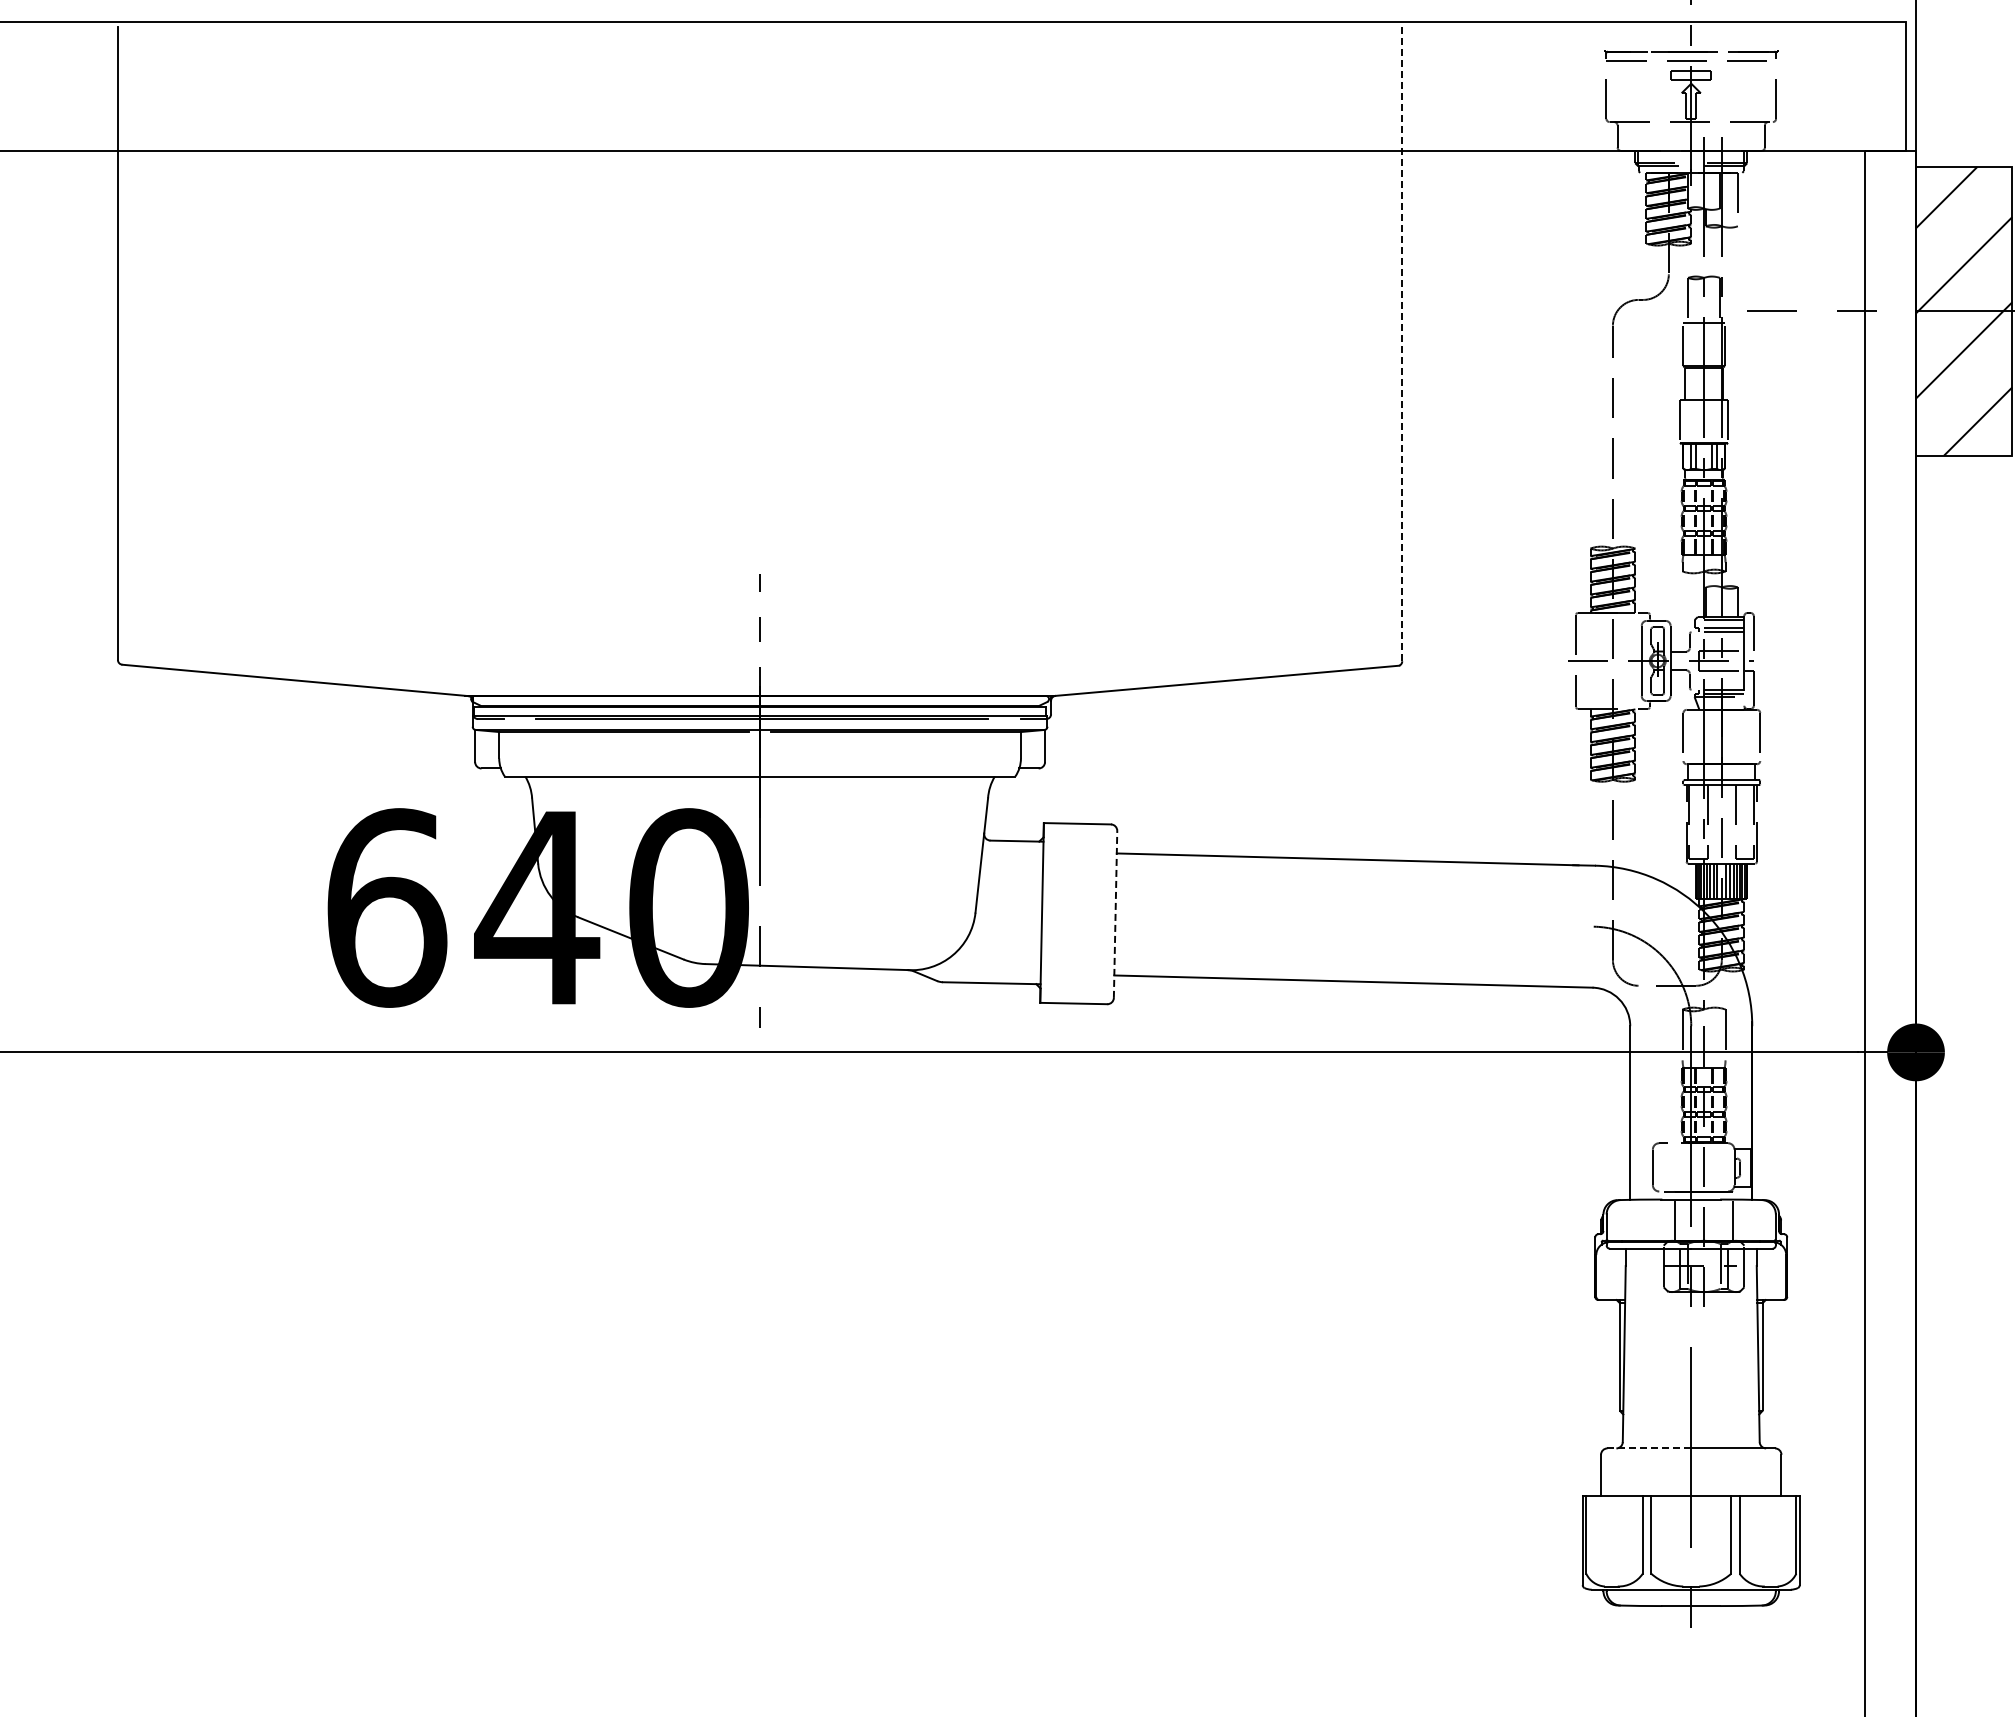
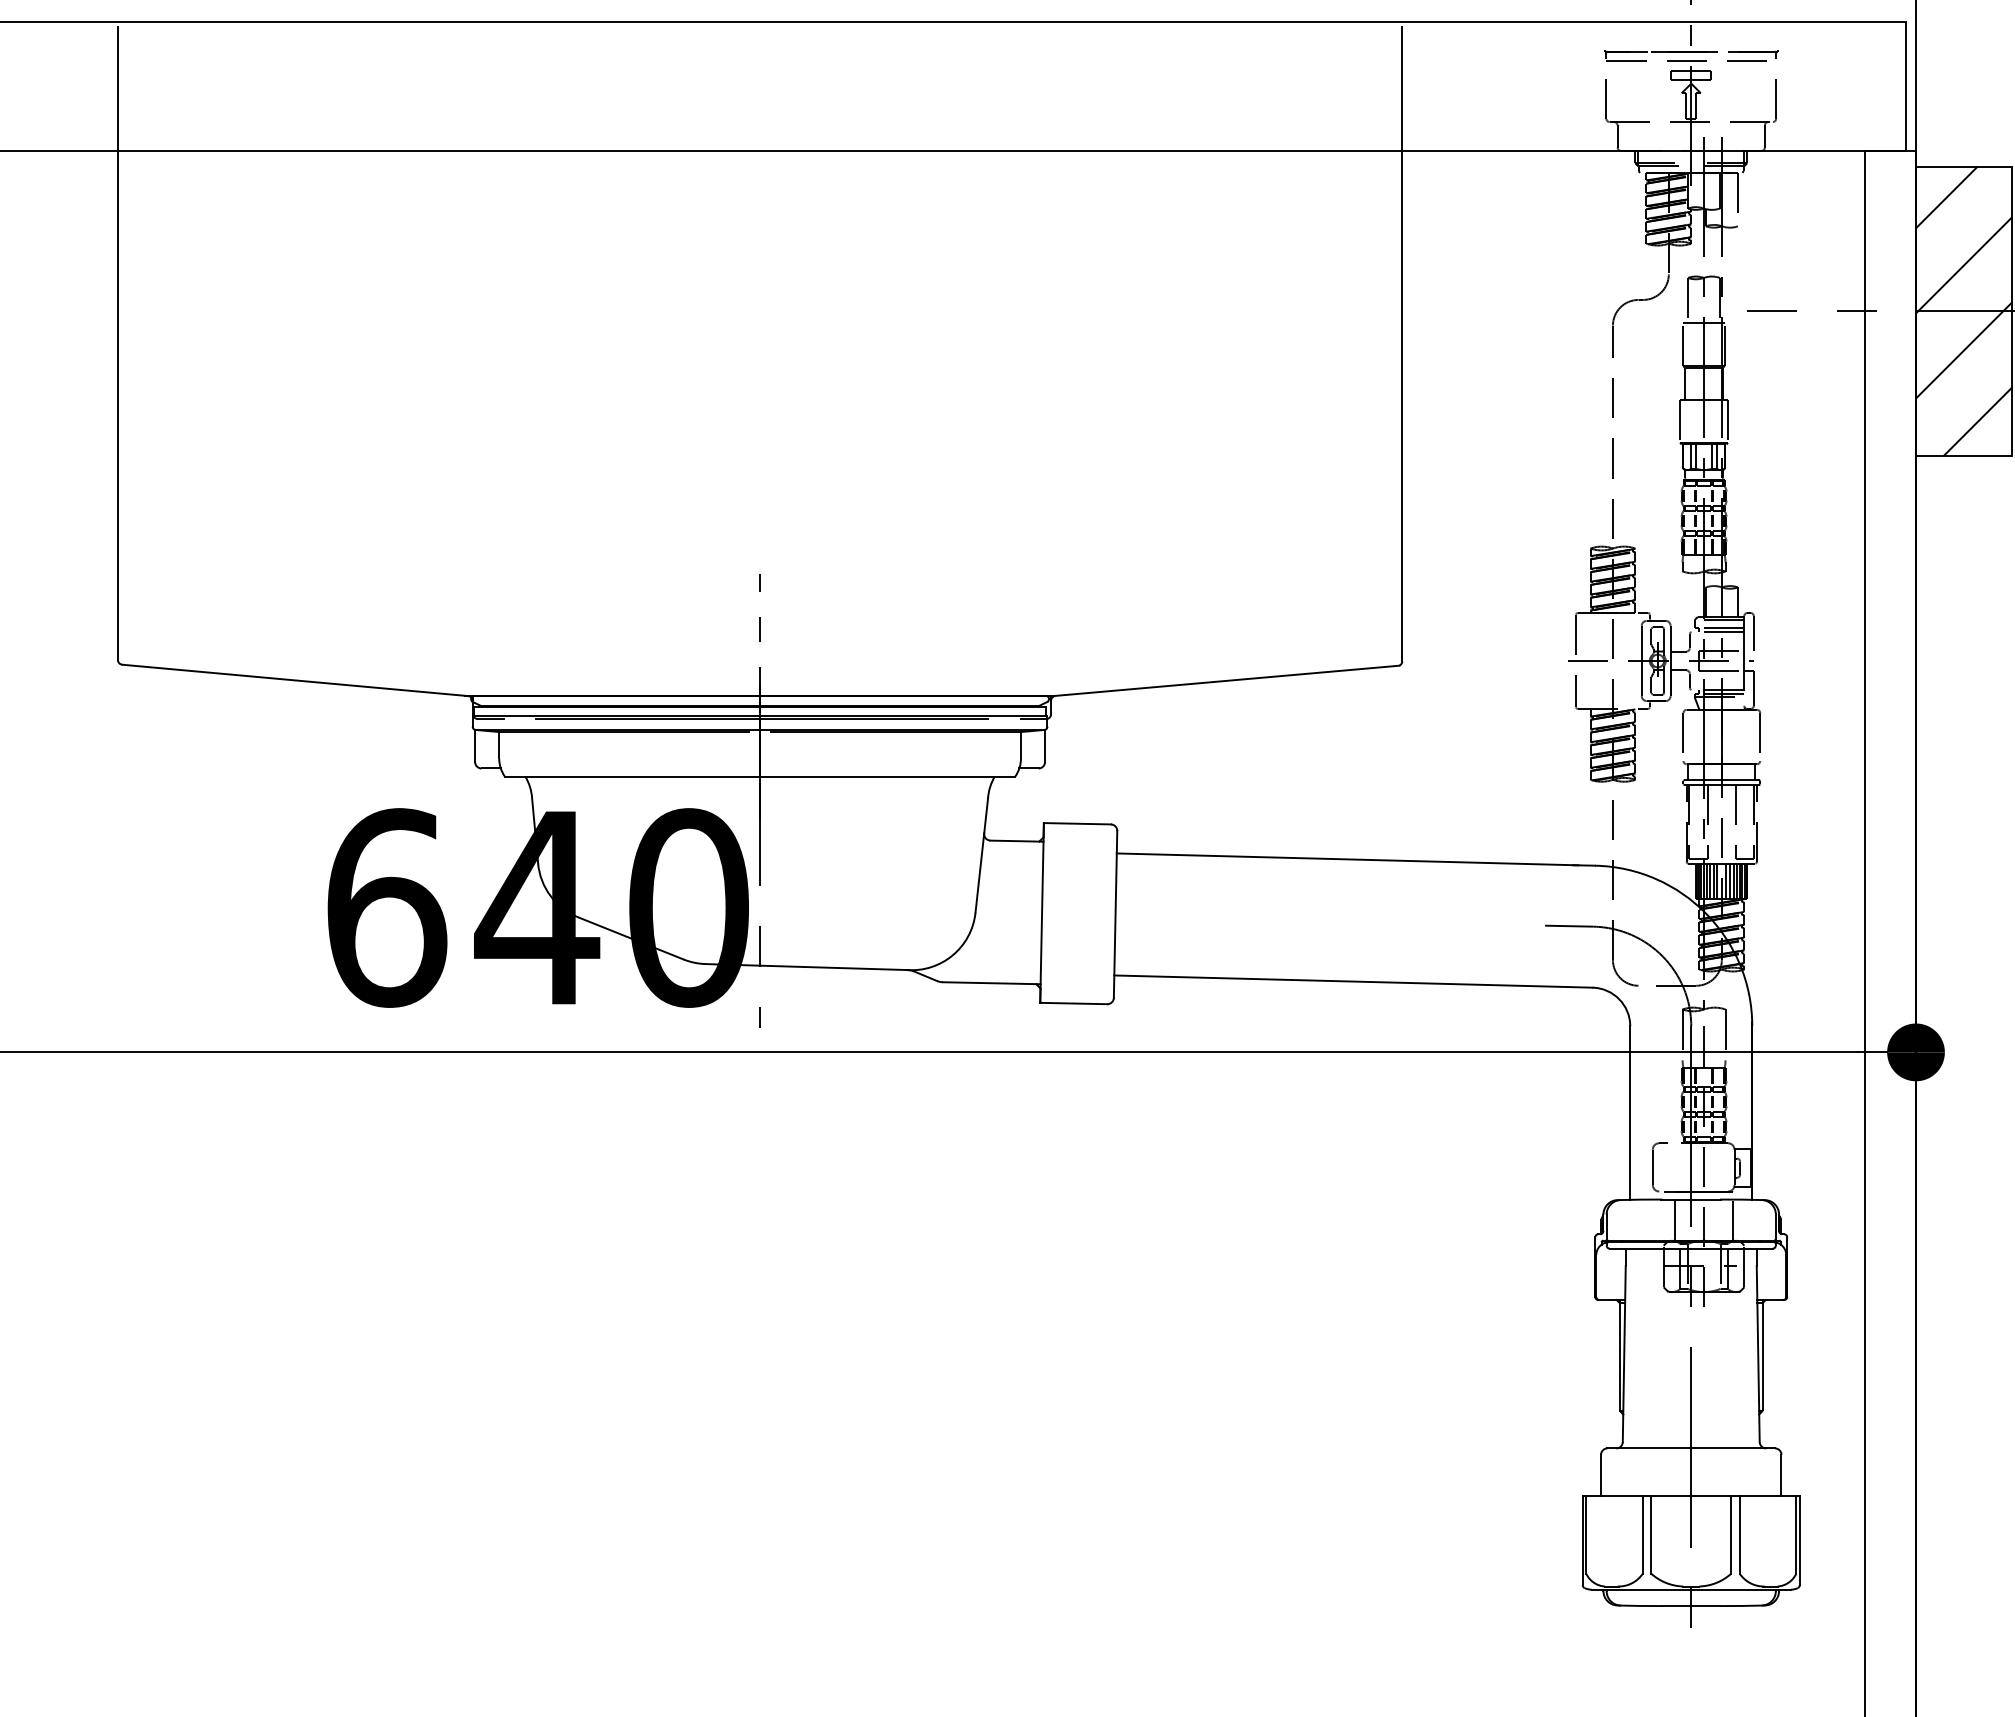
line at (1402, 344): dashed -> solid
line at (1115, 913): dashed -> solid
line at (1569, 925): none -> present
line at (1649, 1448): dashed -> solid
